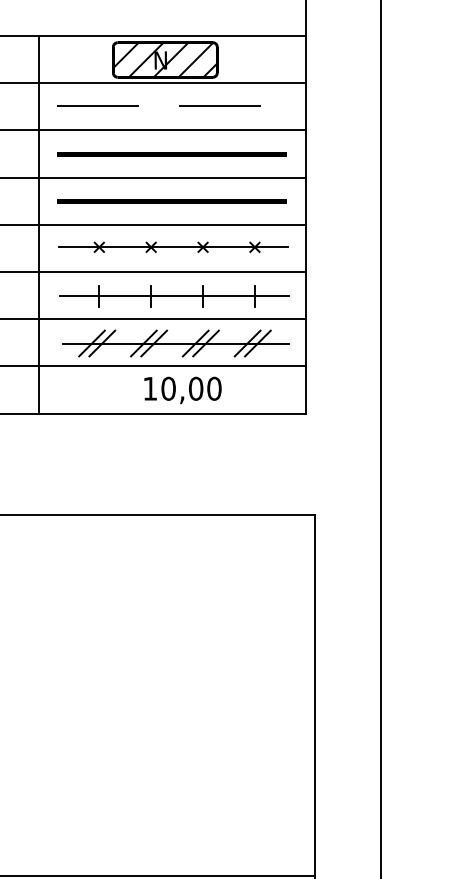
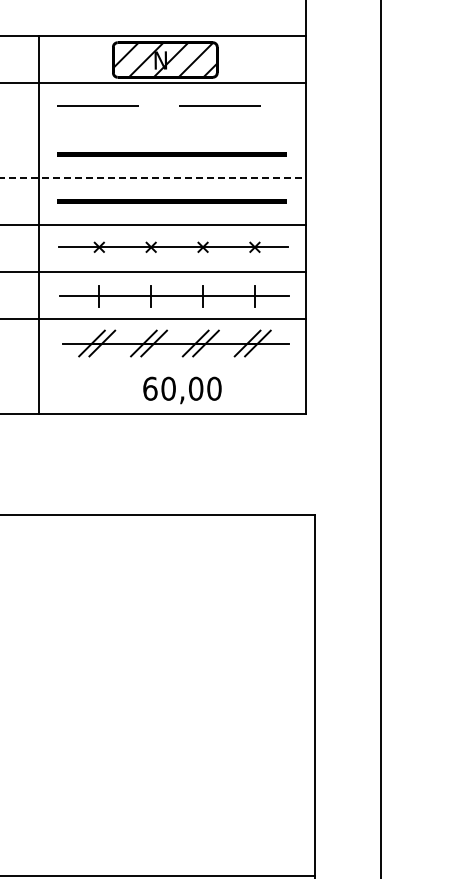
line at (153, 130): present -> none
line at (153, 177): solid -> dashed
line at (153, 366): present -> none
text at (150, 388): 10,00 -> 60,00
